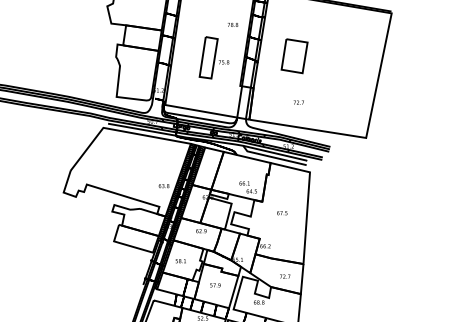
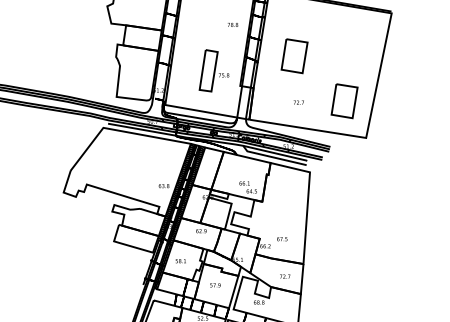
part at (213, 57) position: (213, 57) -> (213, 70)
part at (344, 101): none -> present
part at (282, 213) position: (282, 213) -> (282, 239)
